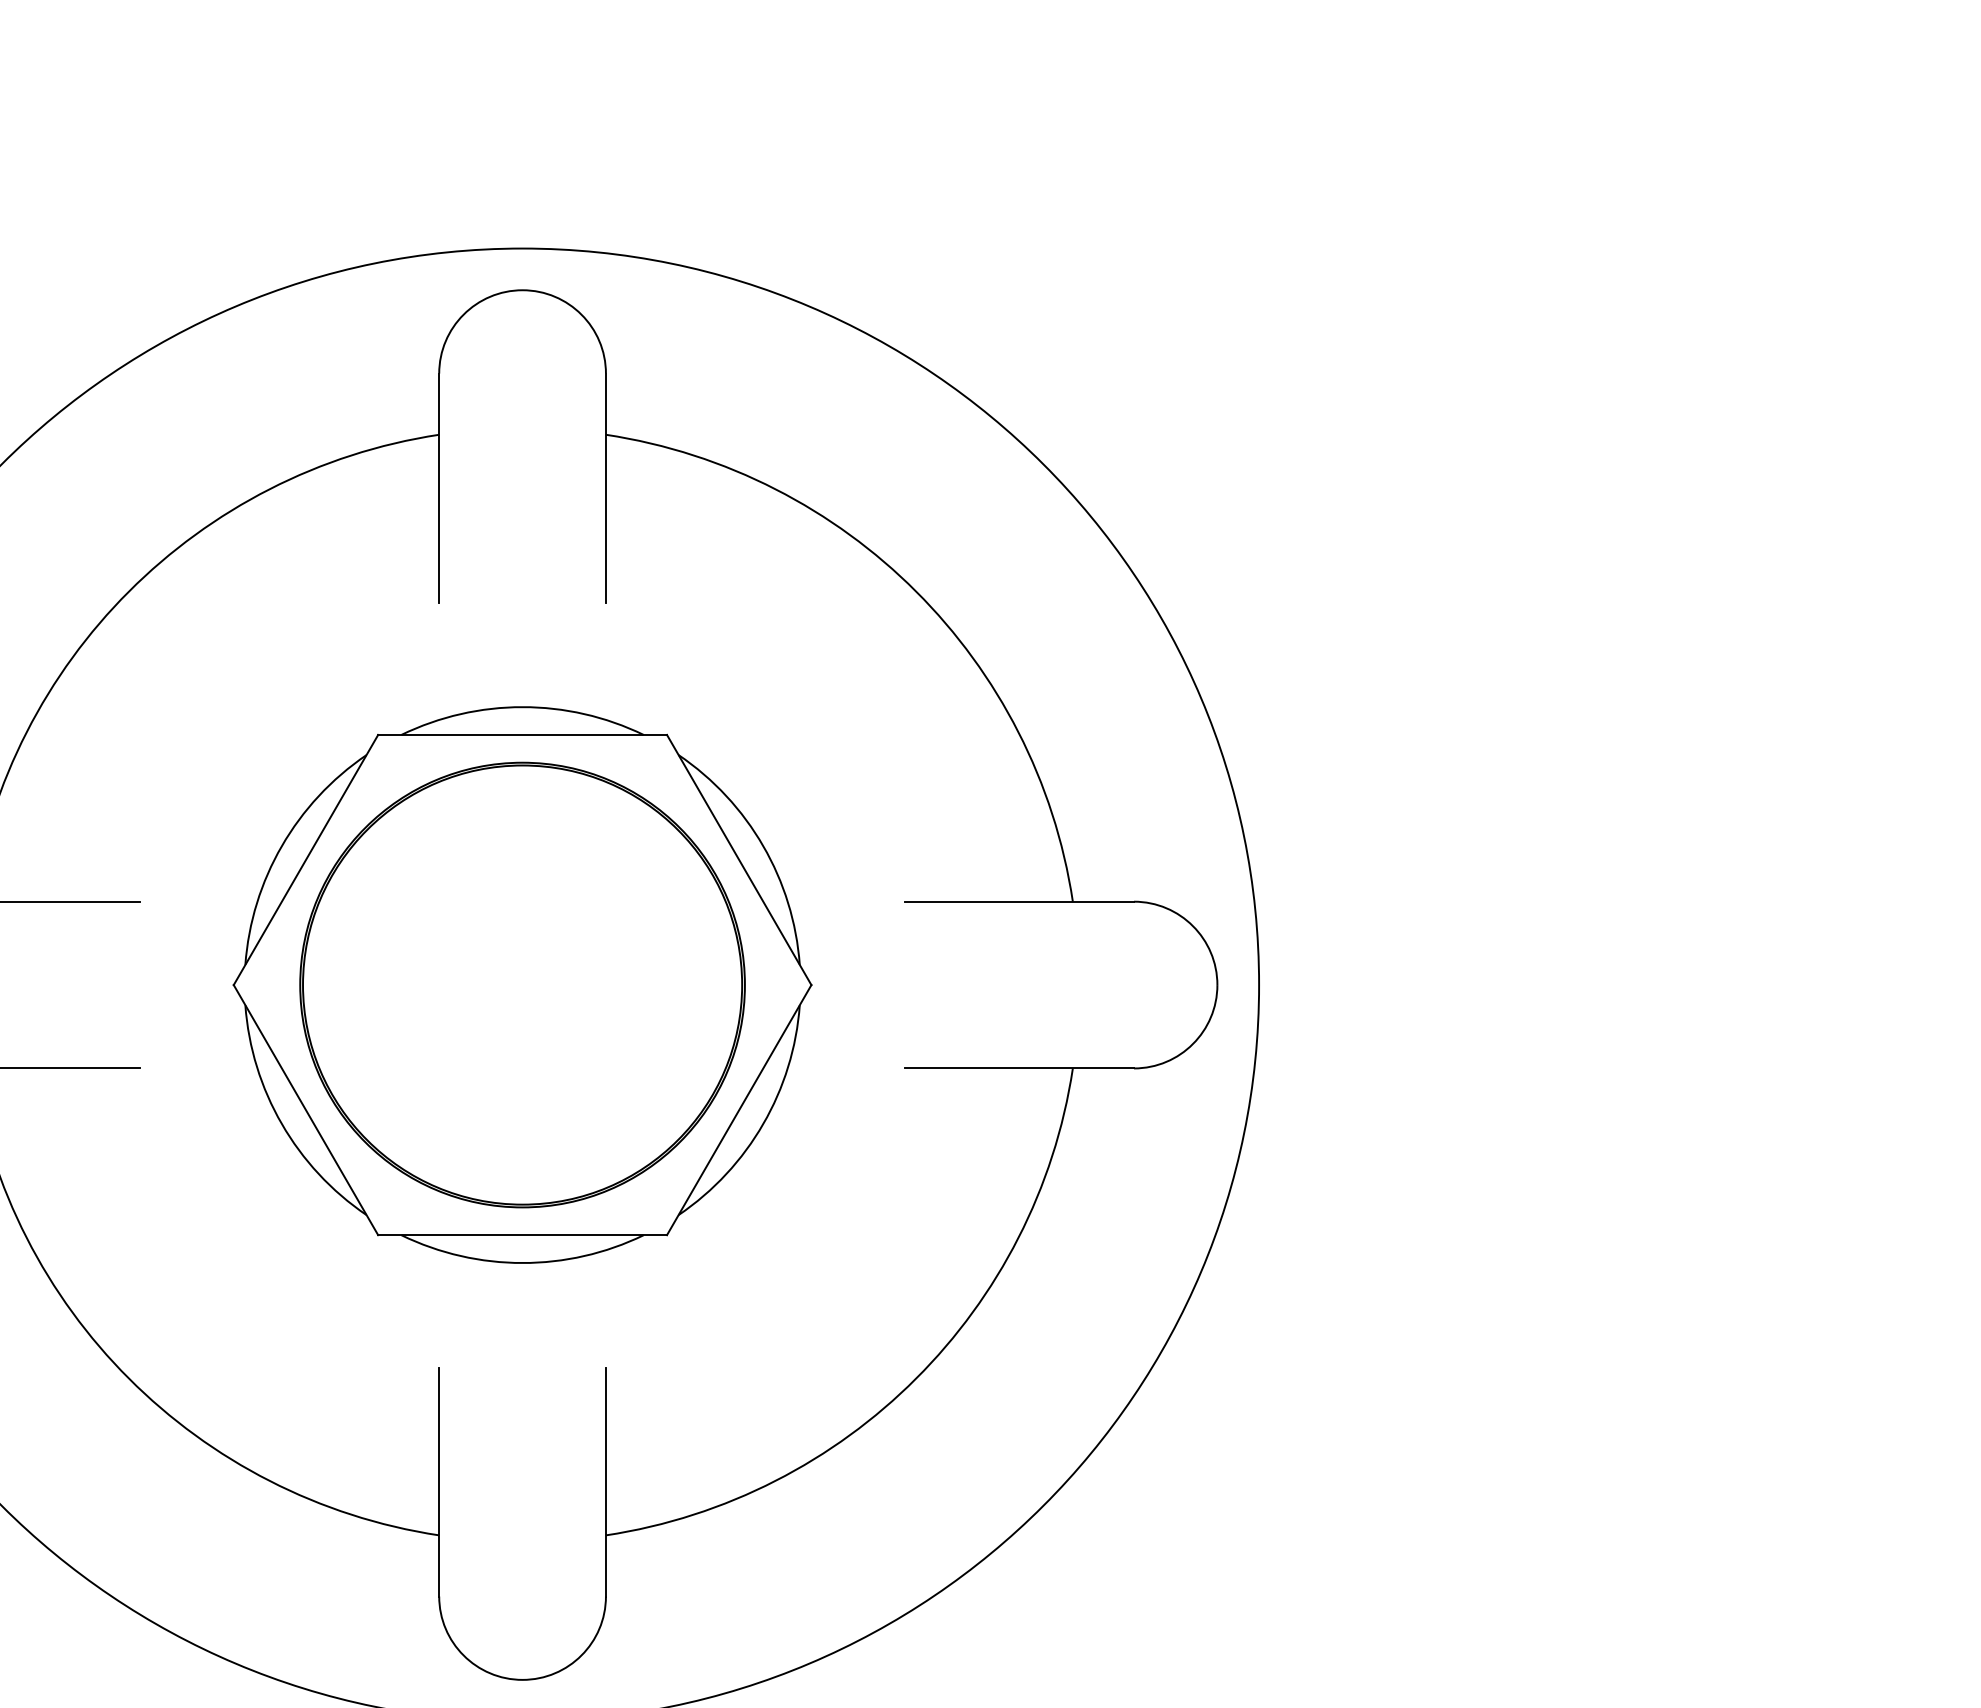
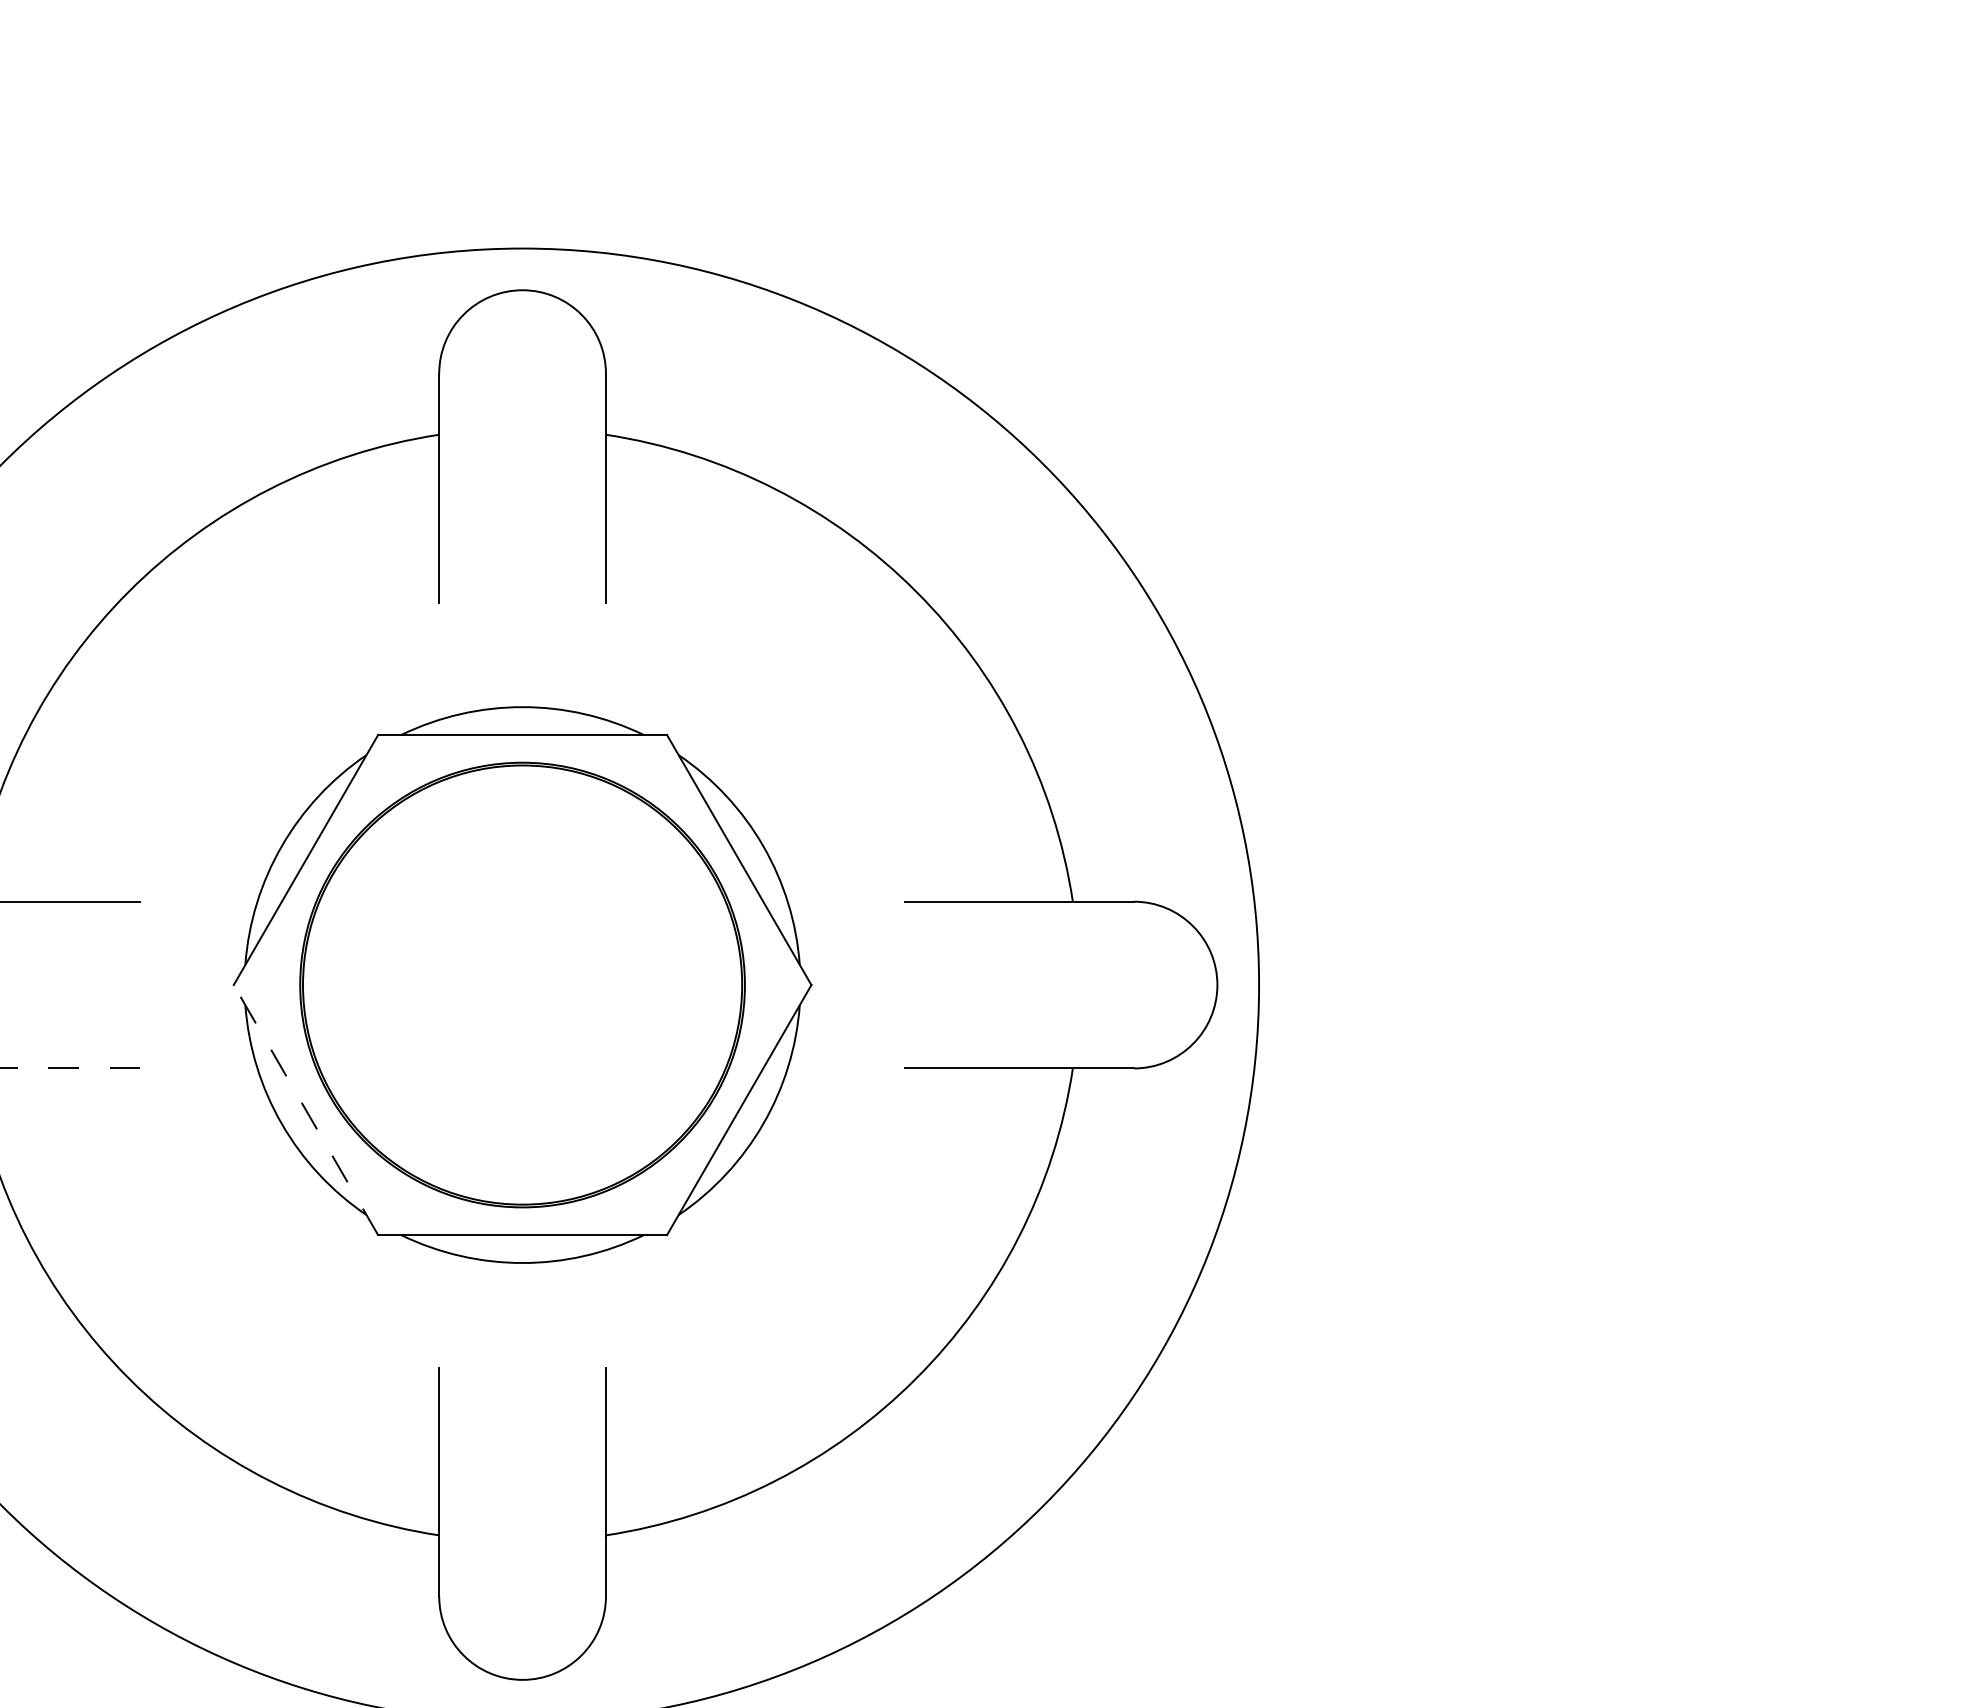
line at (70, 1068): solid -> dashed
line at (305, 1109): solid -> dashed
